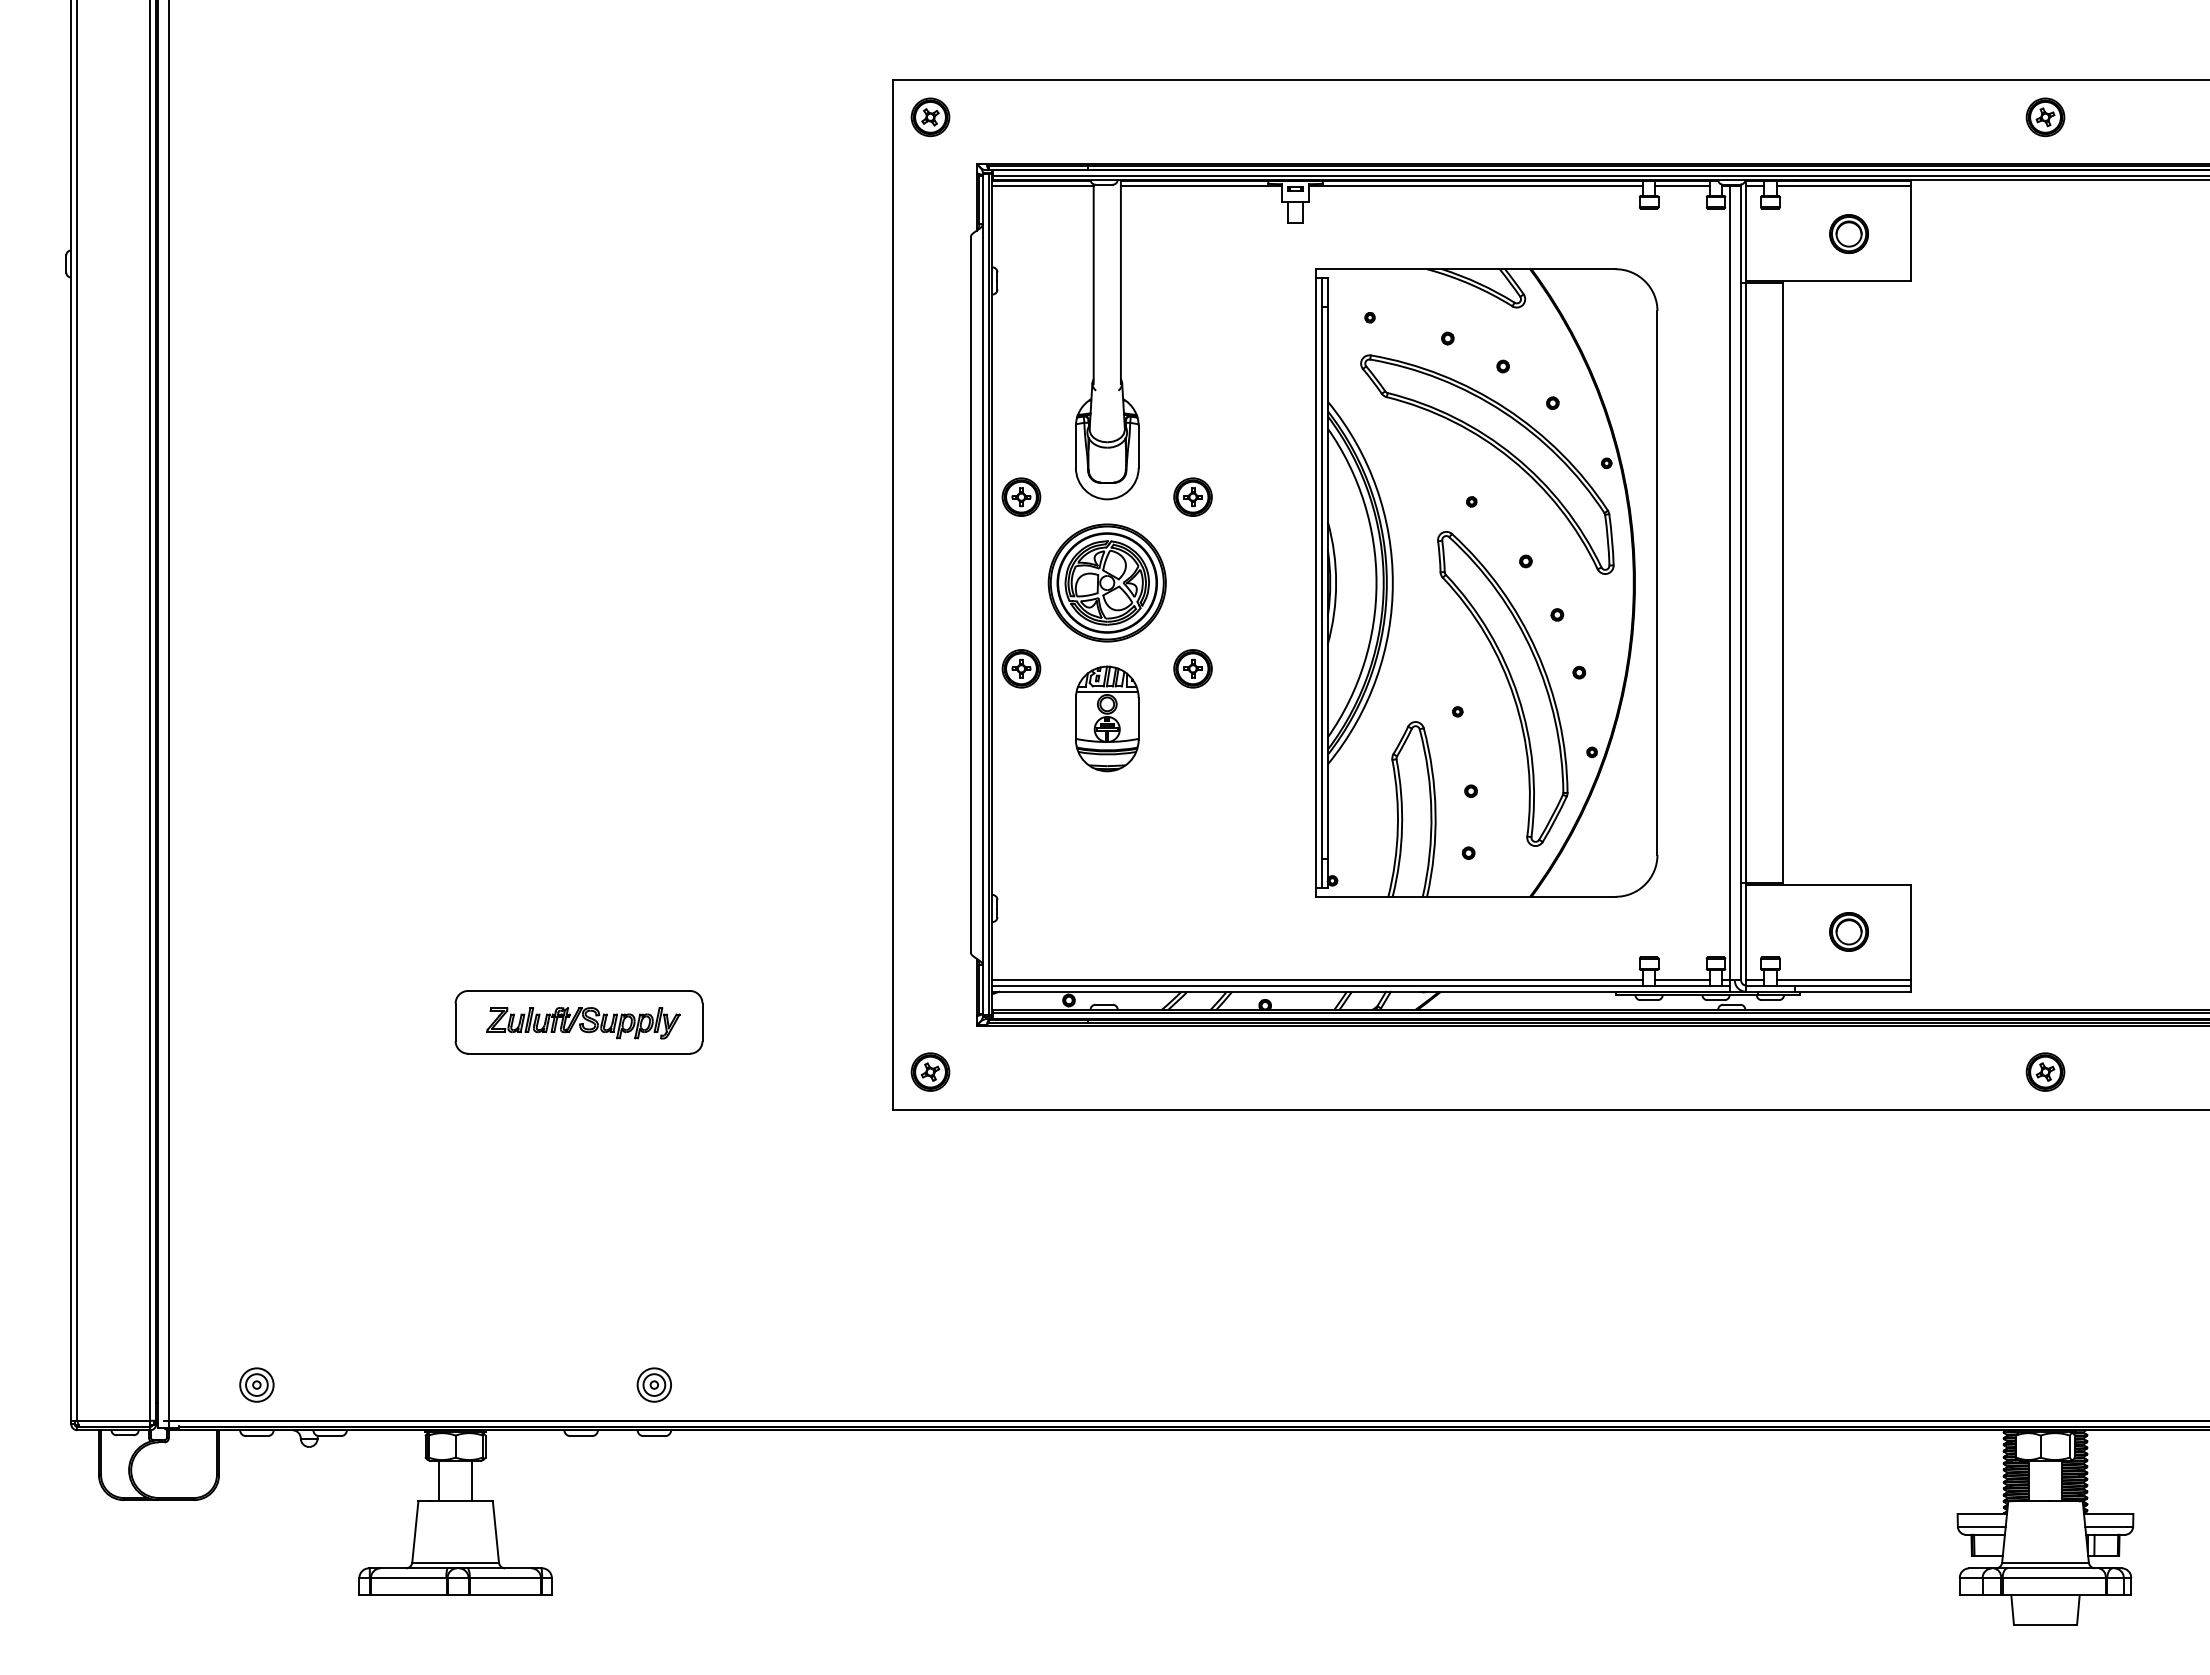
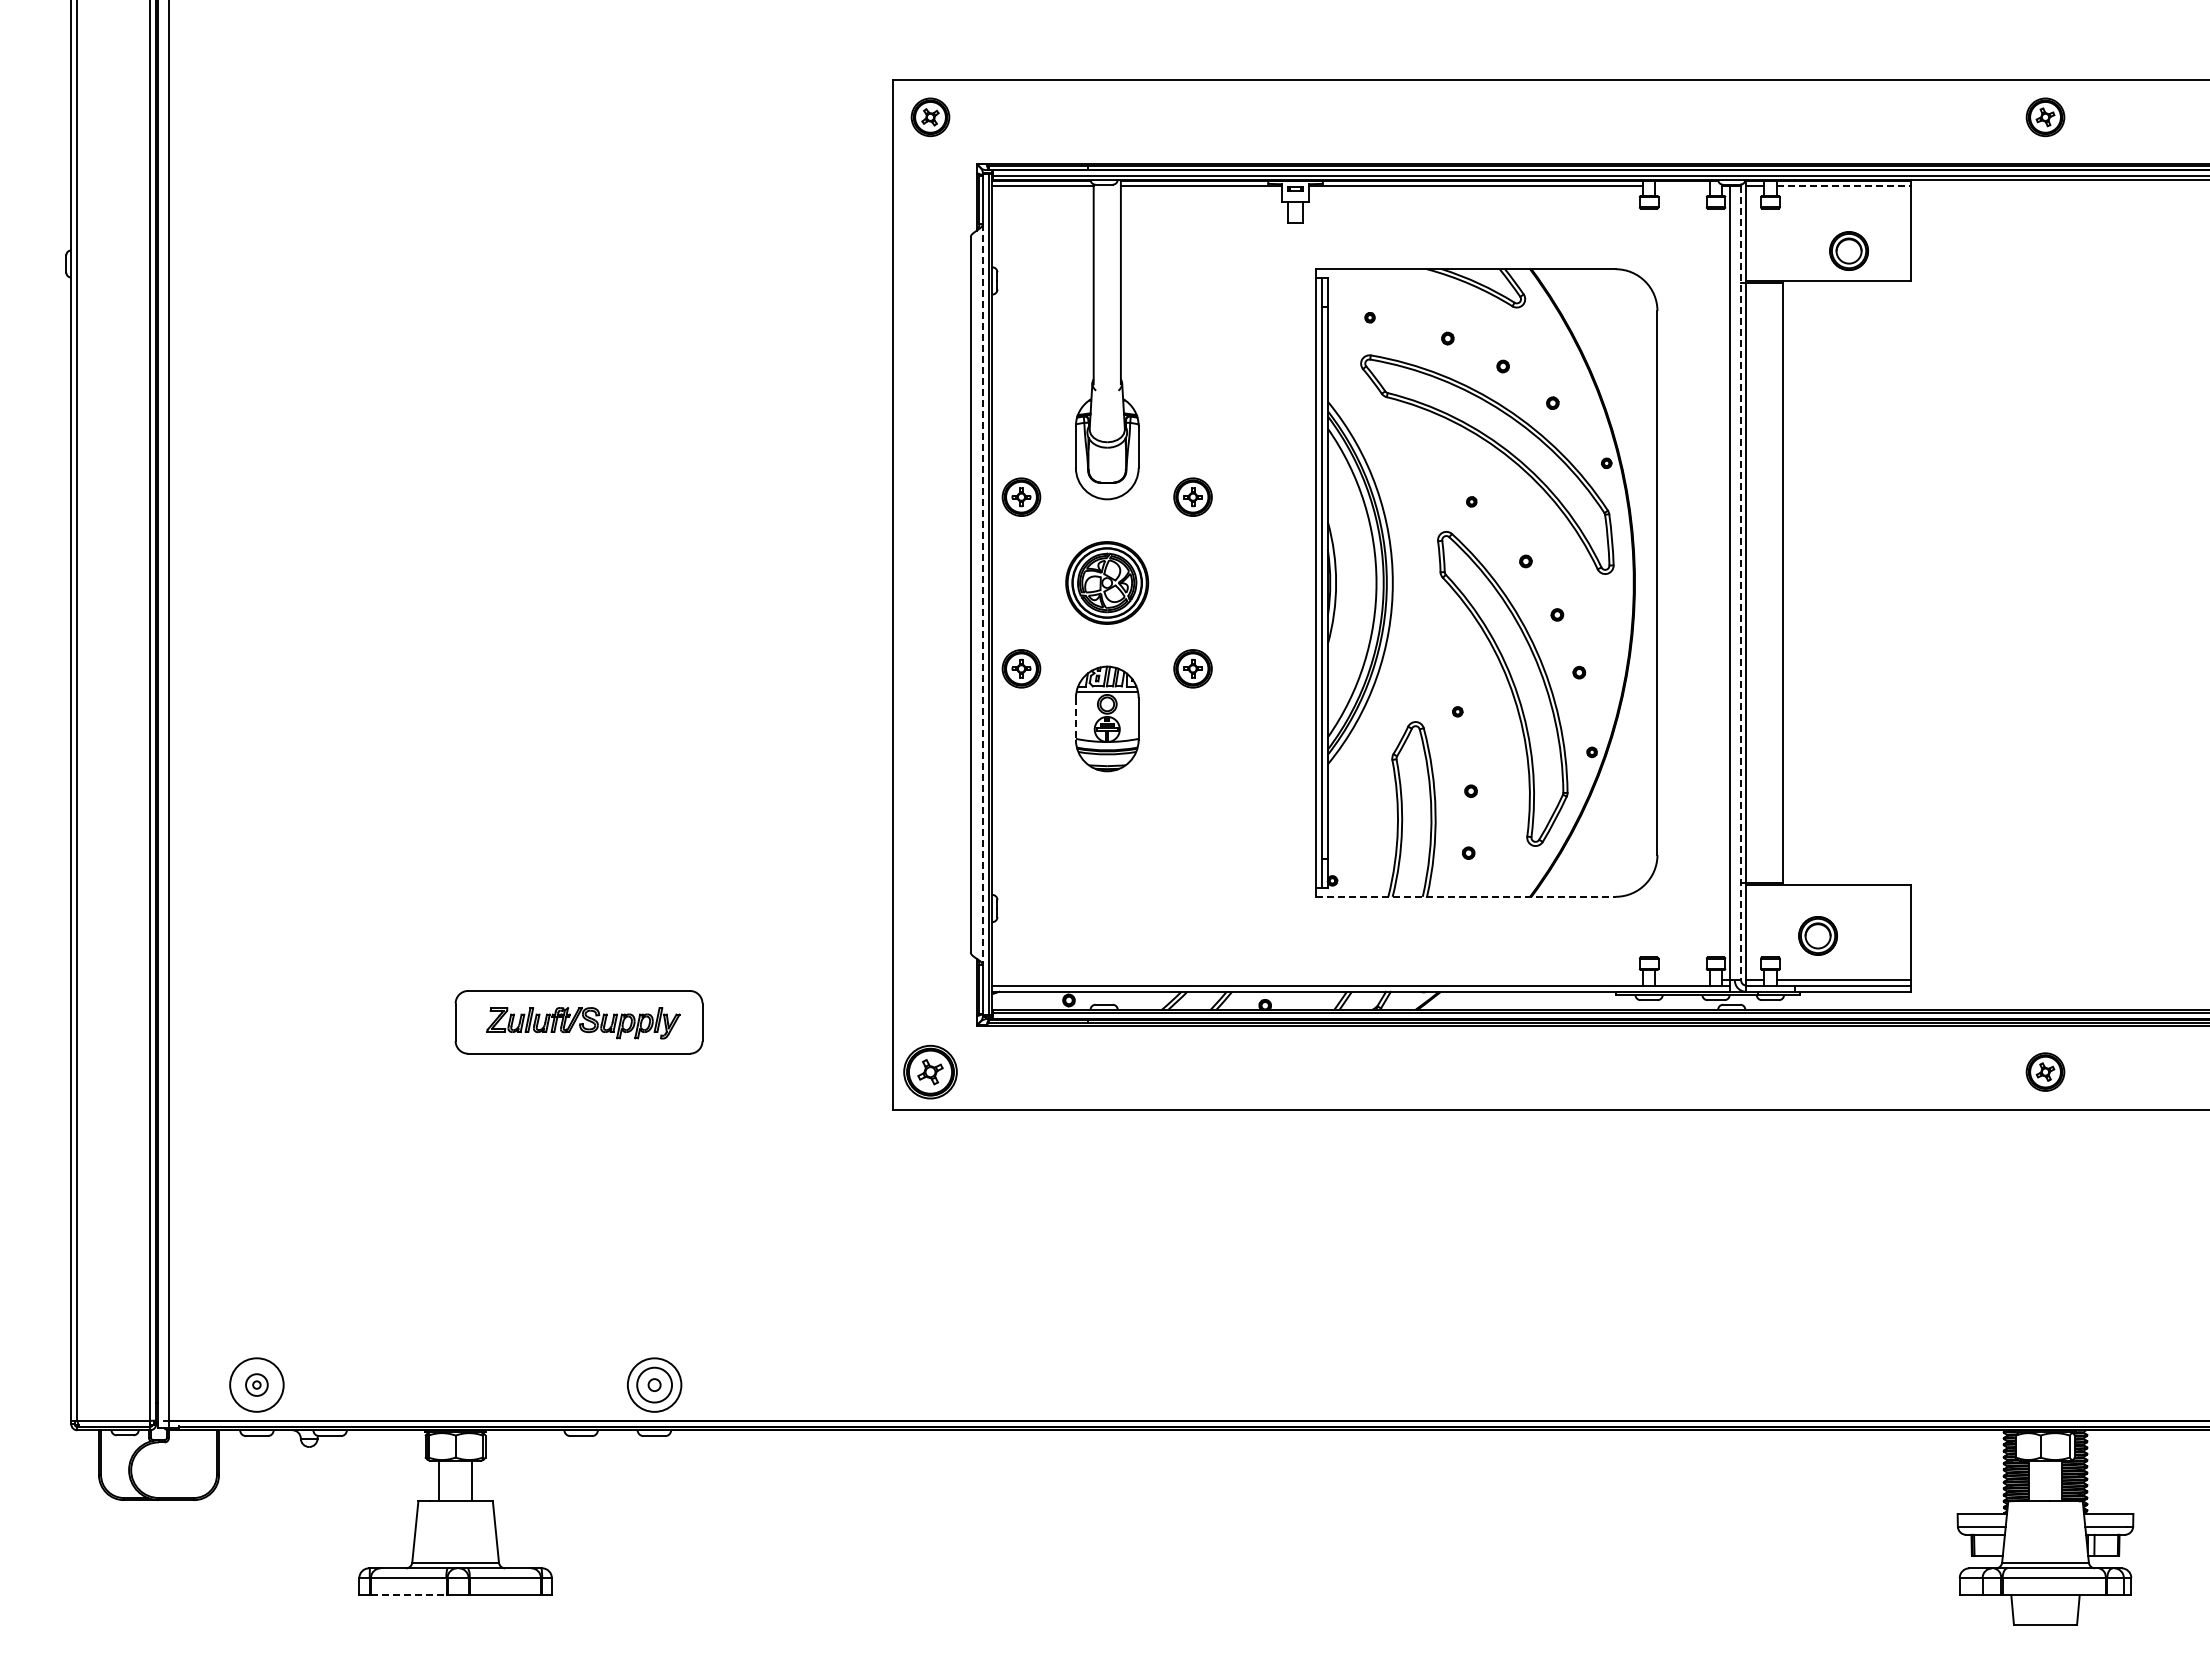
line at (1682, 185): present -> none
line at (1844, 185): solid -> dashed
part at (1848, 233) position: (1848, 233) -> (1848, 250)
part at (1106, 582) size: 120x120 px -> 85x84 px
line at (1741, 583): solid -> dashed
line at (982, 595): solid -> dashed
line at (1075, 719): solid -> dashed
line at (1466, 896): solid -> dashed
part at (1848, 931) position: (1848, 931) -> (1817, 935)
line at (1317, 980): present -> none
line at (1682, 980): present -> none
part at (930, 1071) size: 41x40 px -> 55x56 px
circle at (256, 1384) diameter: 33 px -> 54 px
part at (653, 1384) size: 36x36 px -> 56x56 px
line at (408, 1595): solid -> dashed
